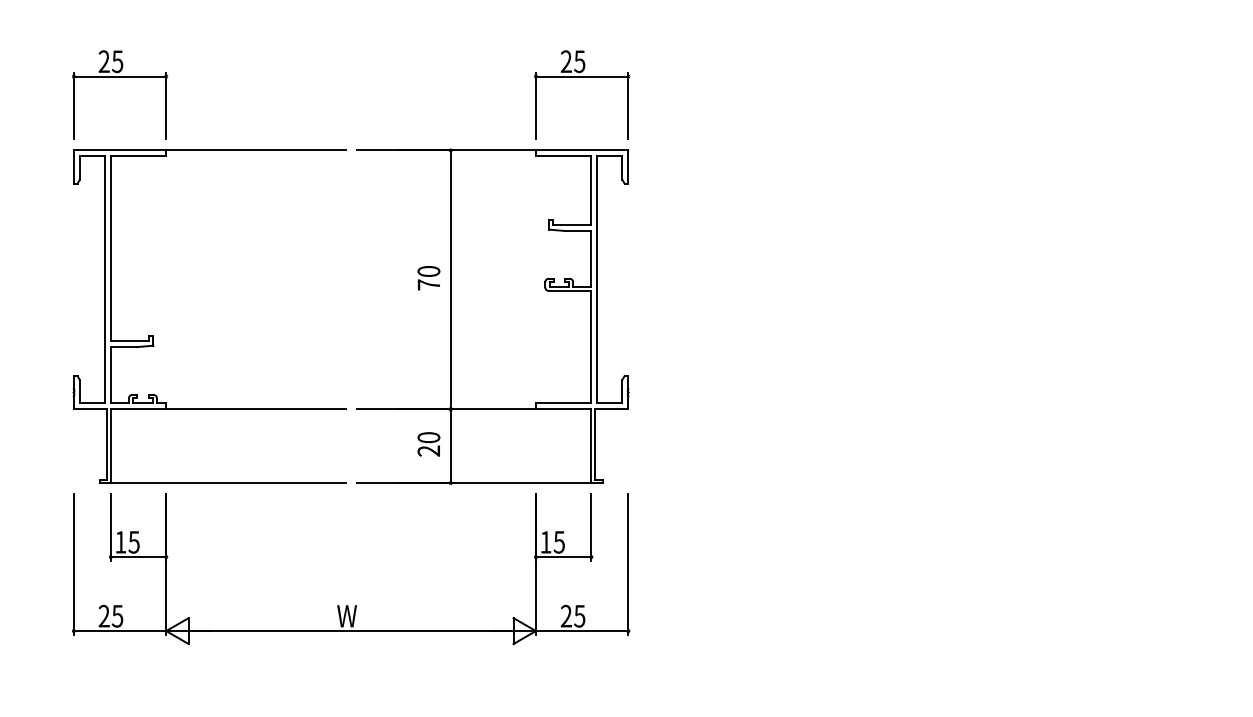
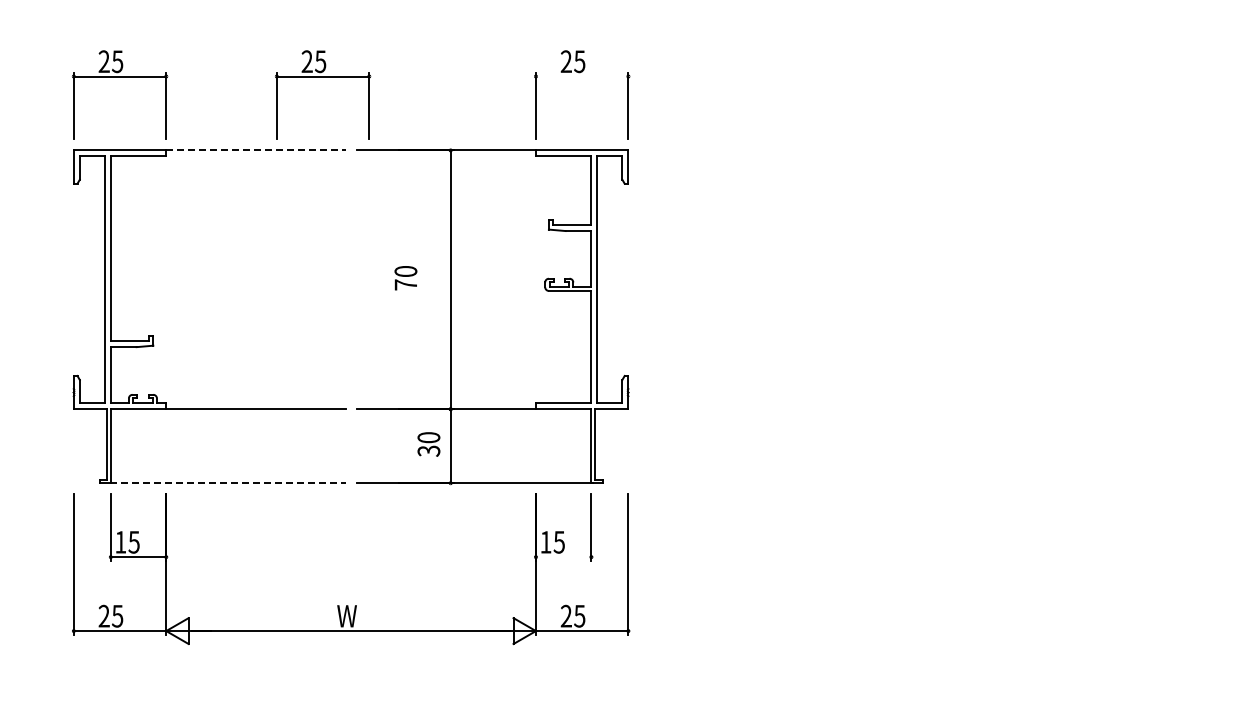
line at (581, 76): present -> none
part at (323, 77): none -> present
line at (255, 150): solid -> dashed
text at (428, 278) position: (428, 278) -> (405, 278)
text at (429, 450): 20 -> 30
line at (227, 483): solid -> dashed
line at (563, 557): present -> none
